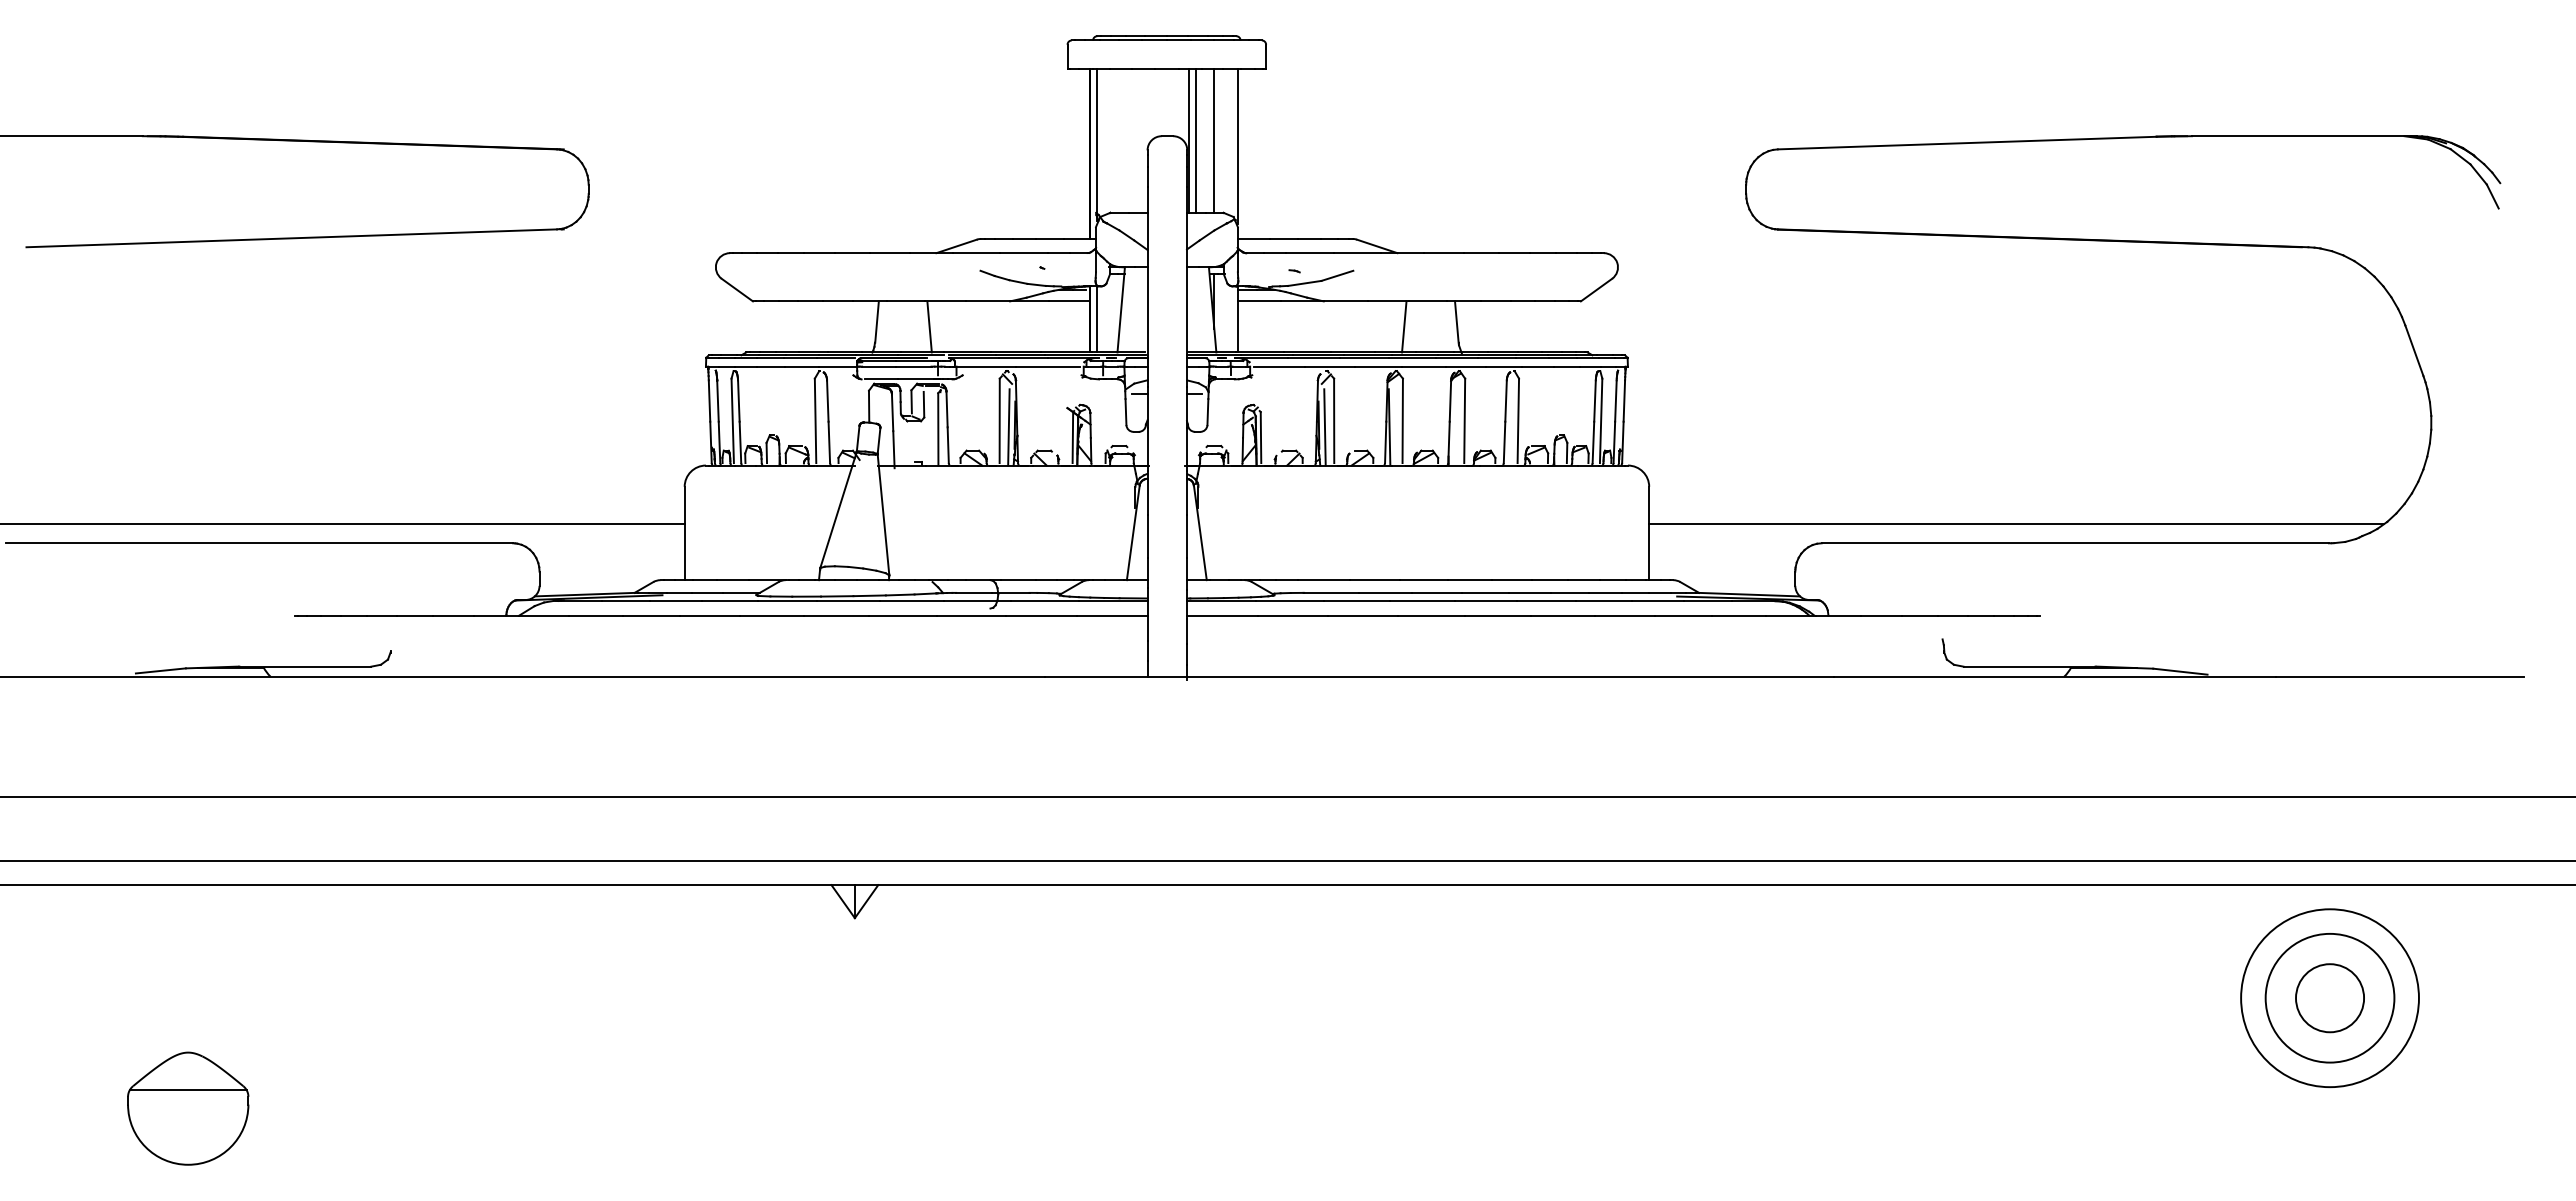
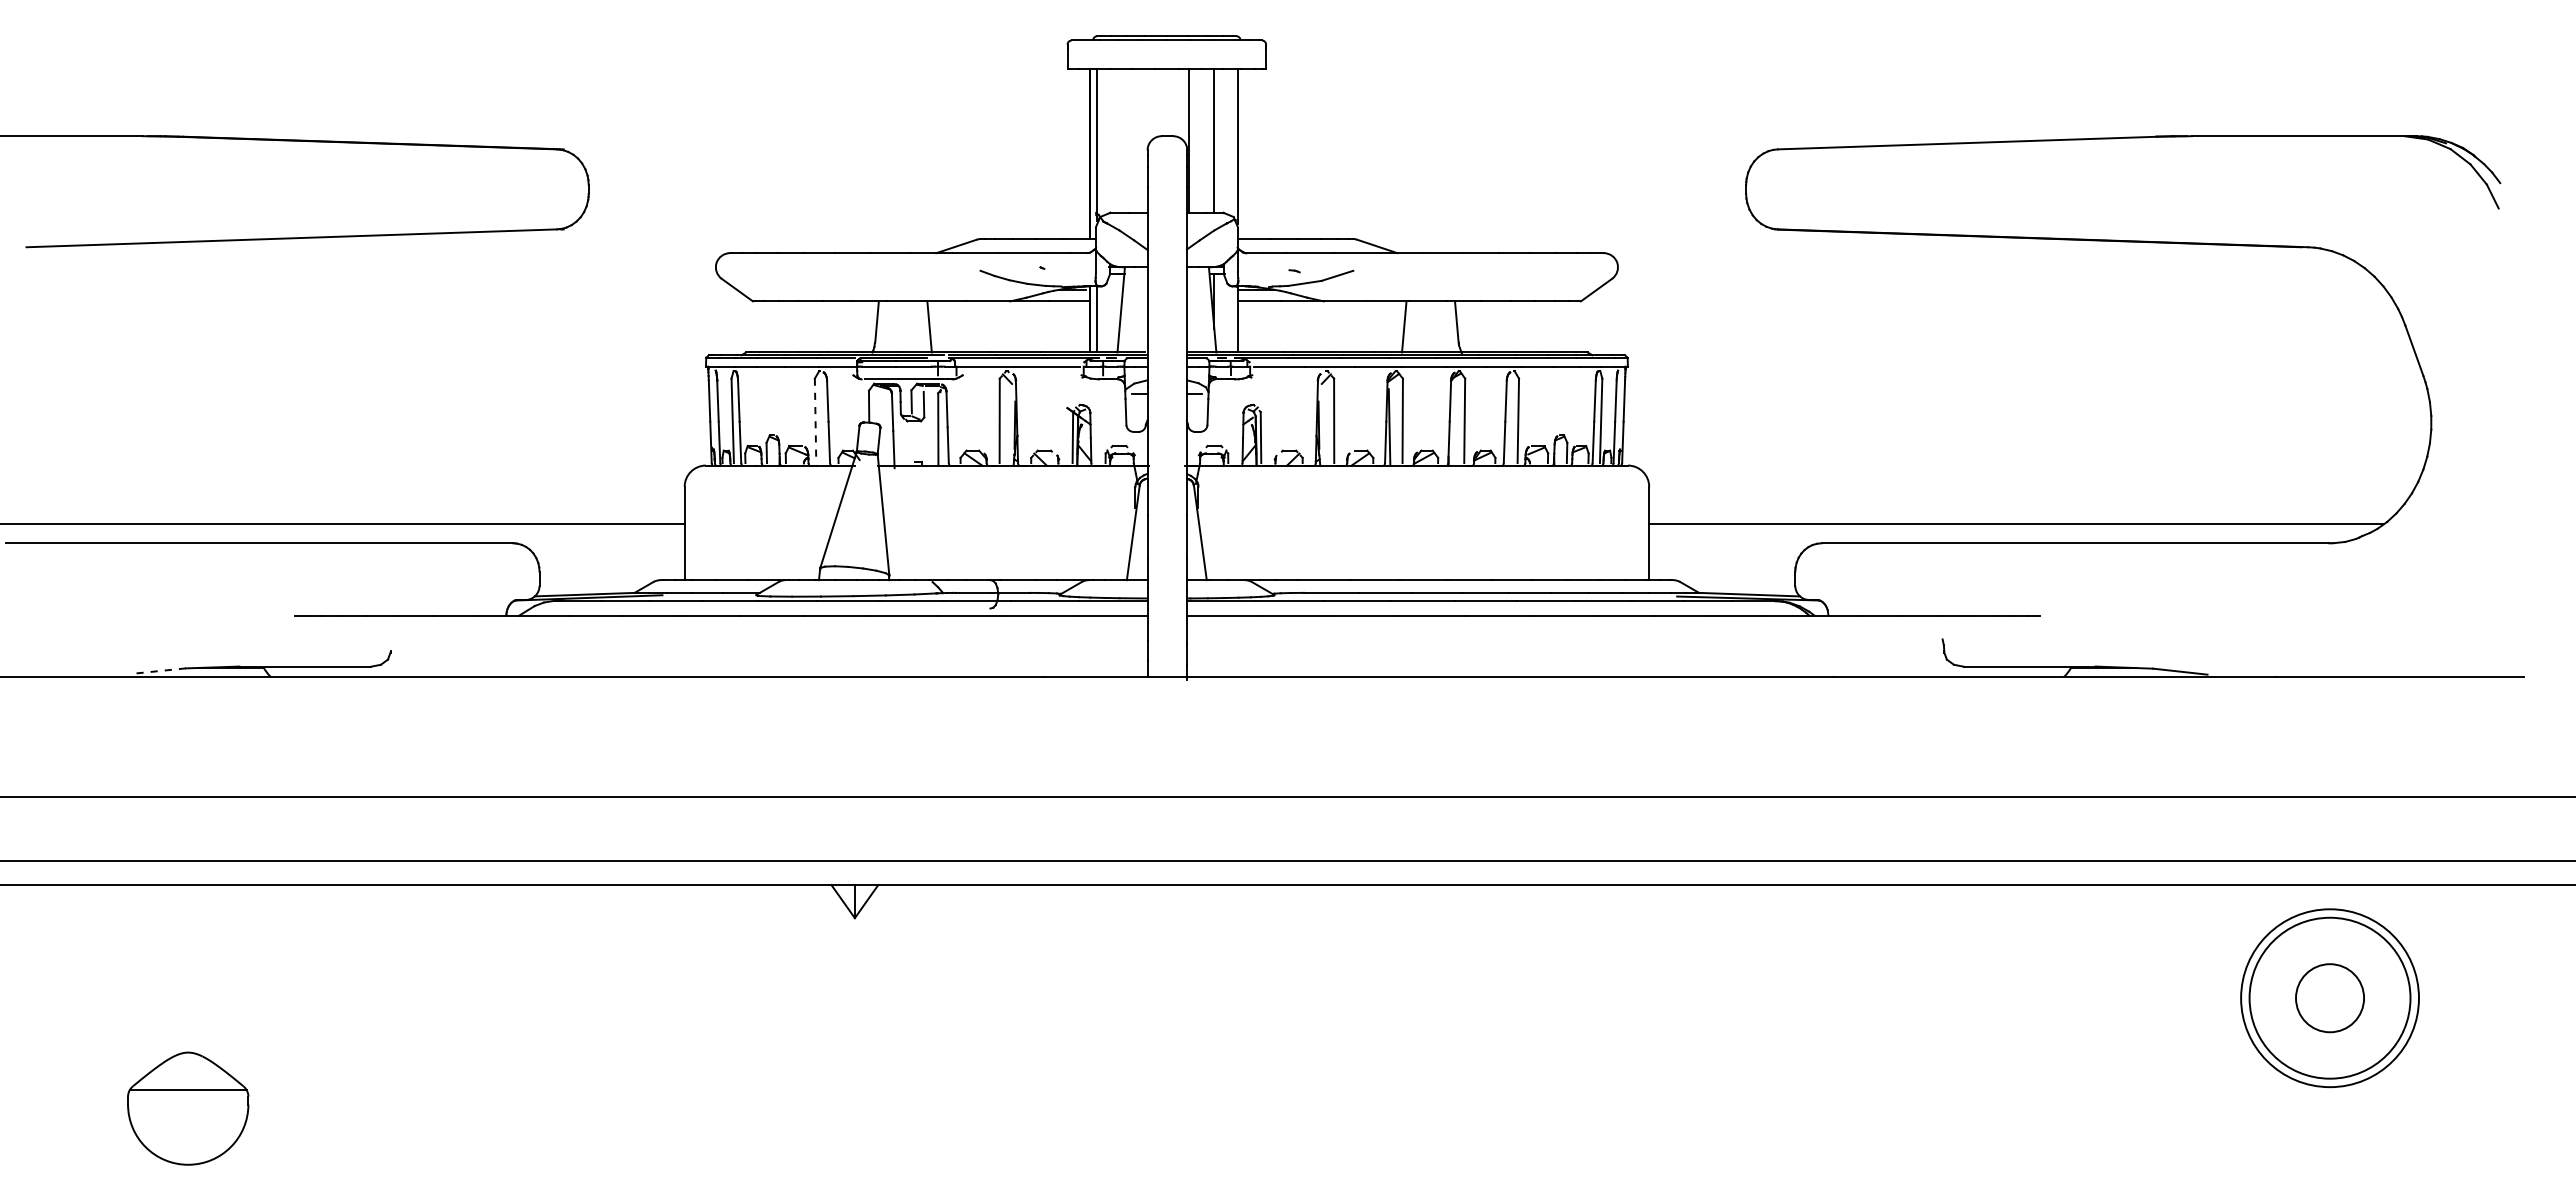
line at (1195, 140): present -> none
line at (815, 421): solid -> dashed
line at (1008, 427): present -> none
line at (1324, 427): present -> none
line at (160, 670): solid -> dashed
circle at (2329, 997) diameter: 129 px -> 161 px
